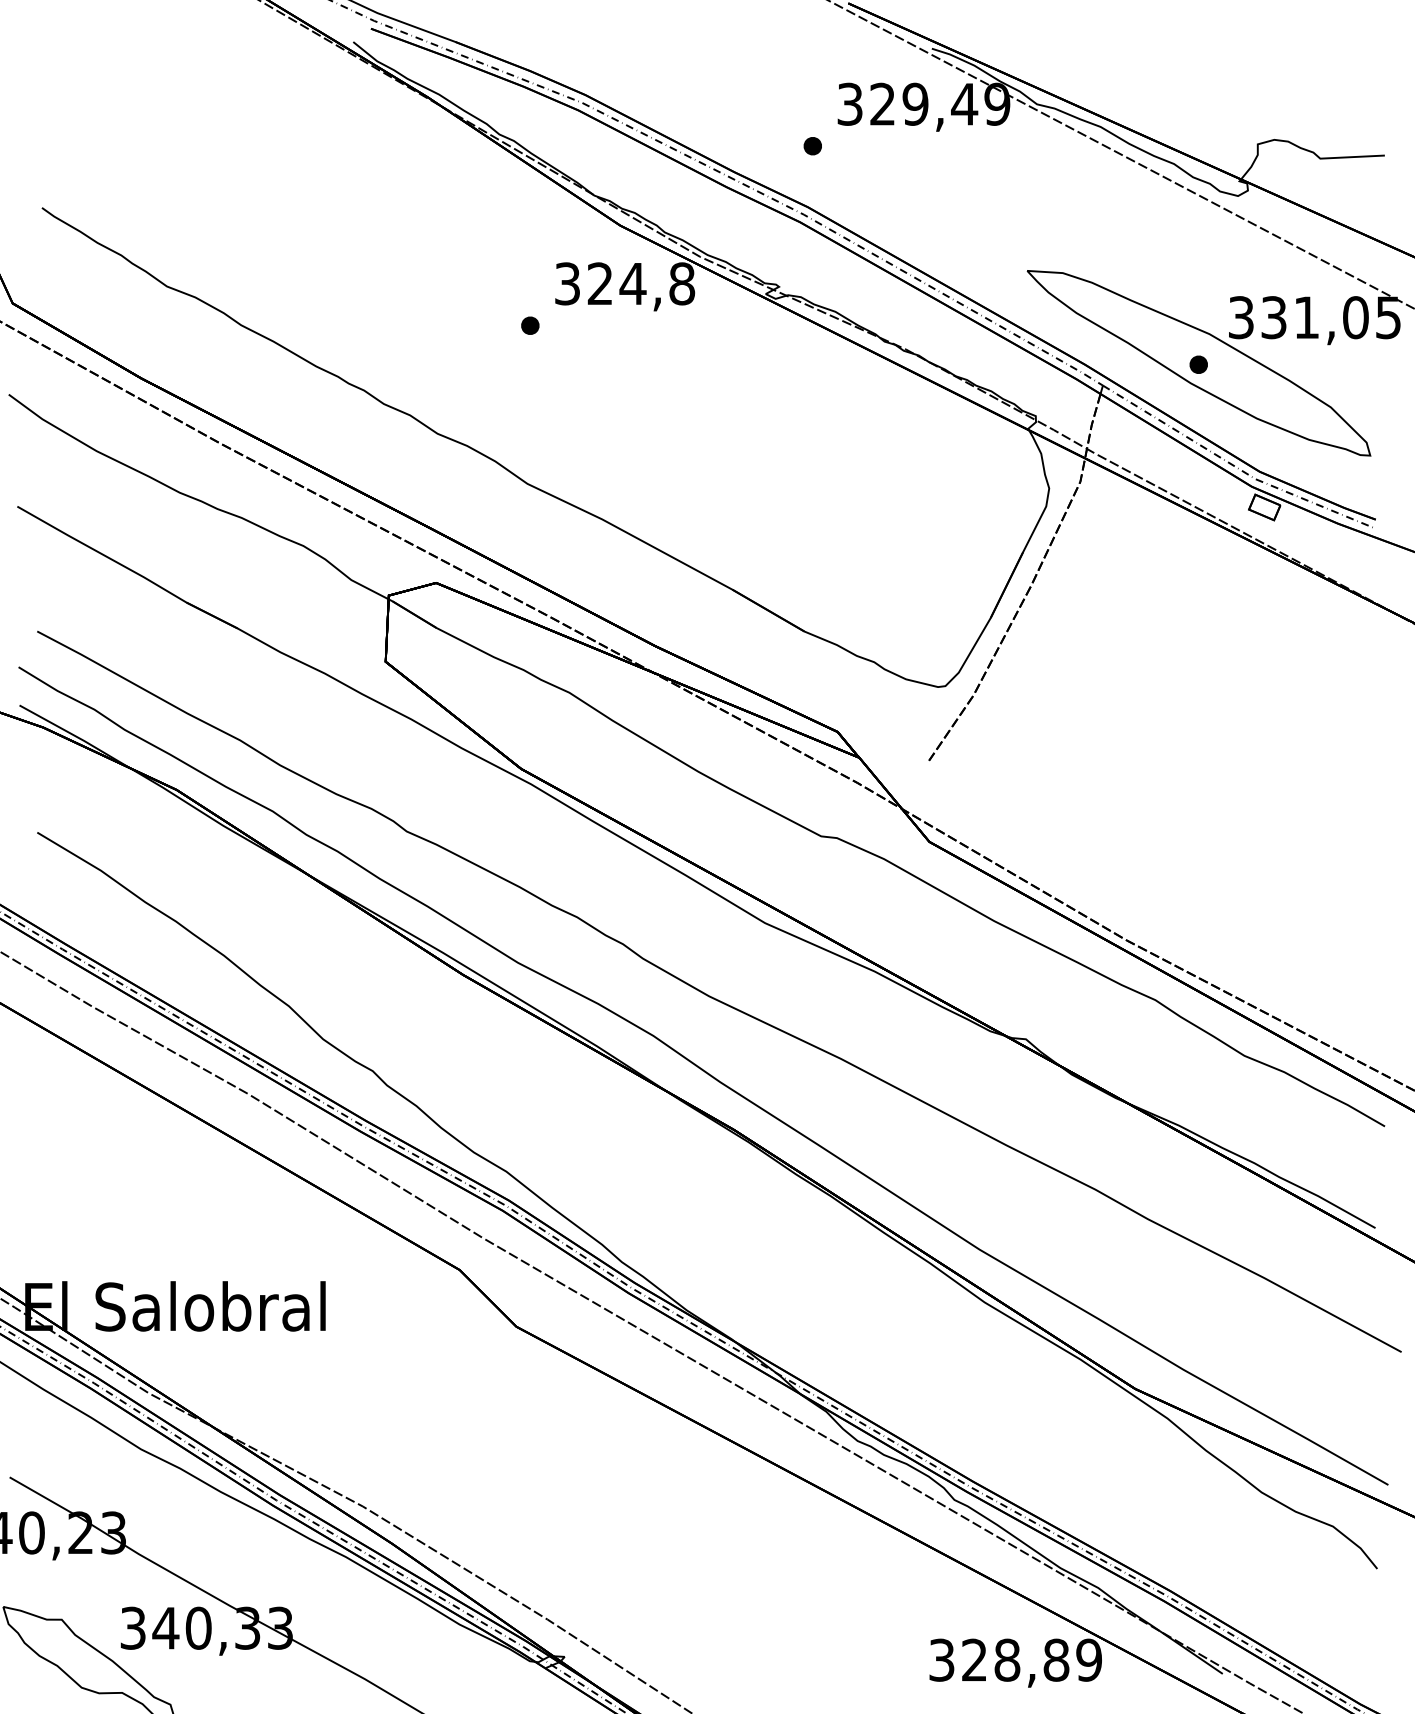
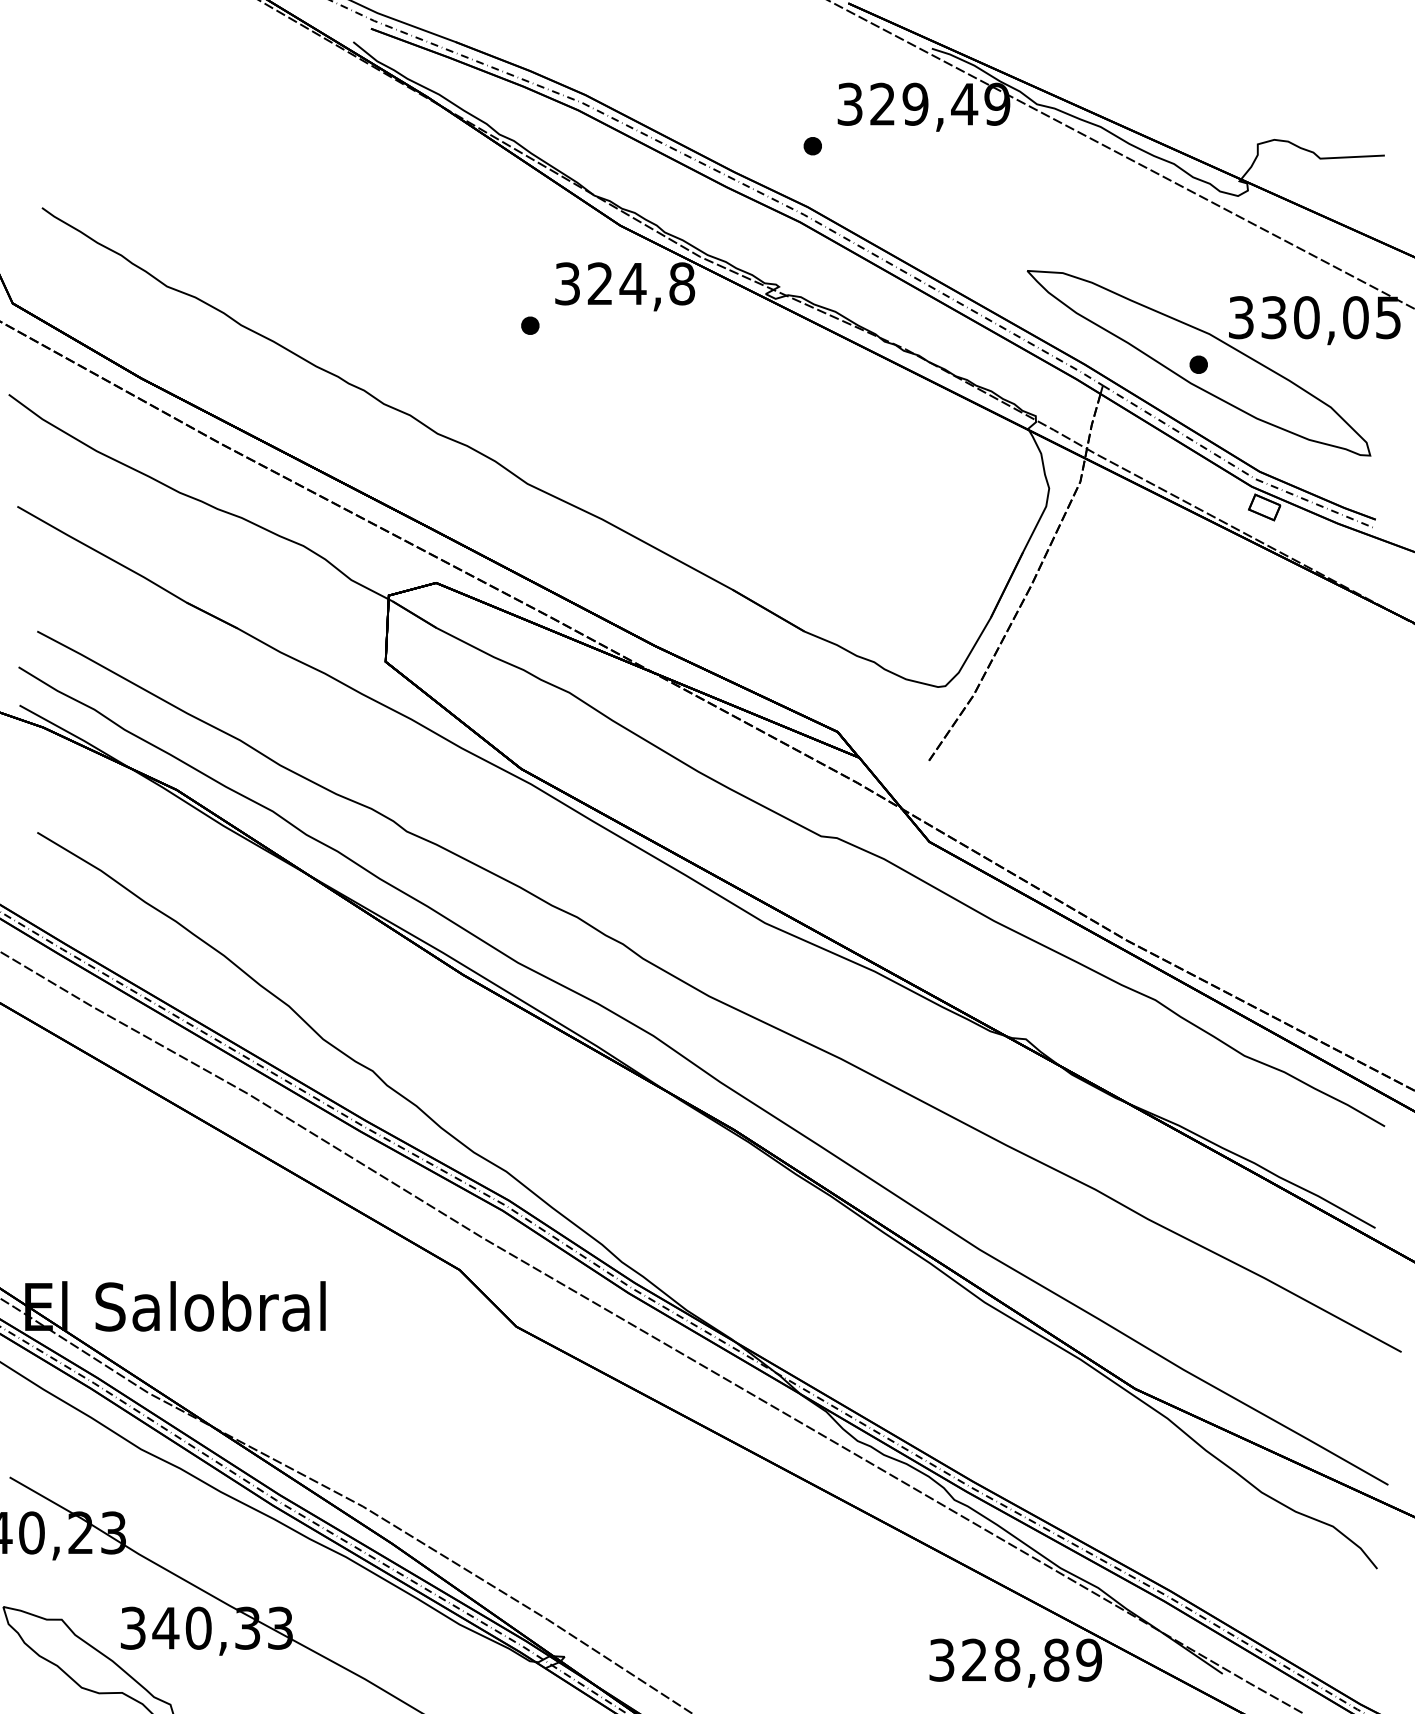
text at (1306, 317): 331,05 -> 330,05
